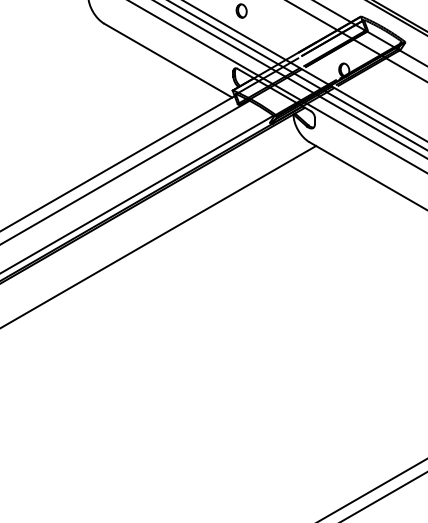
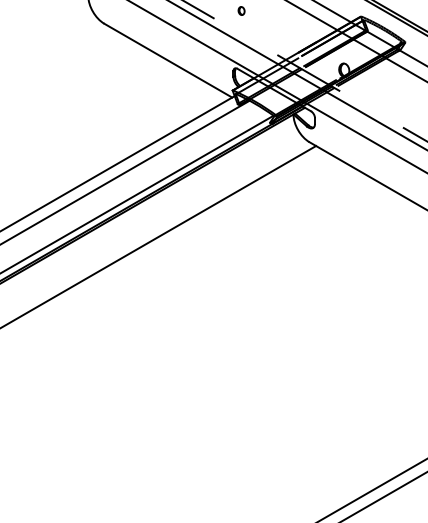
part at (241, 10) size: 13x16 px -> 9x10 px
line at (305, 71): solid -> dashed
line at (290, 79): present -> none
